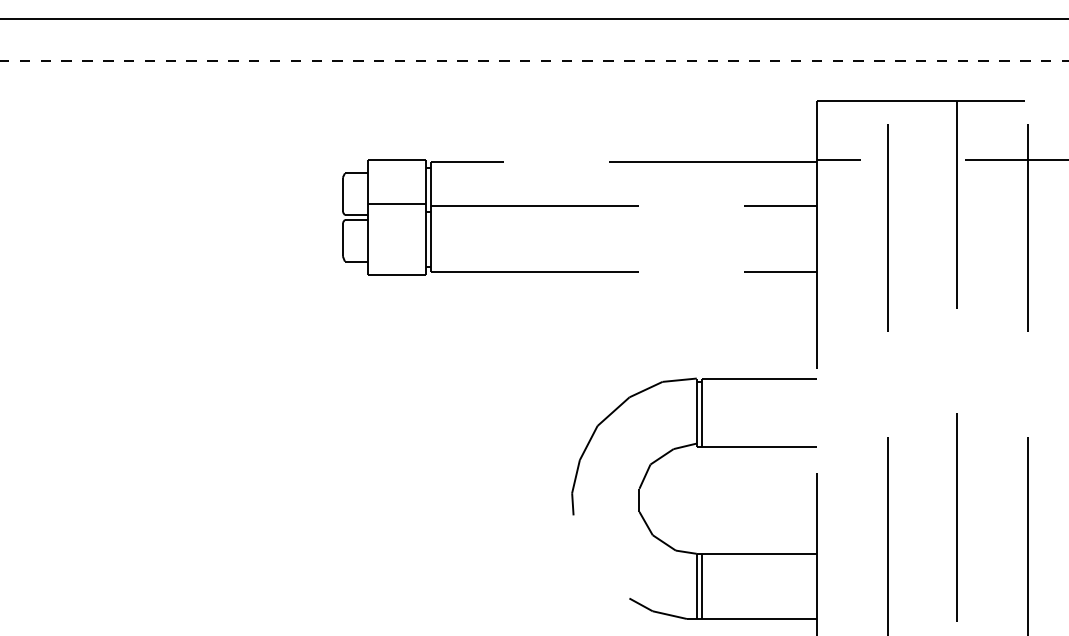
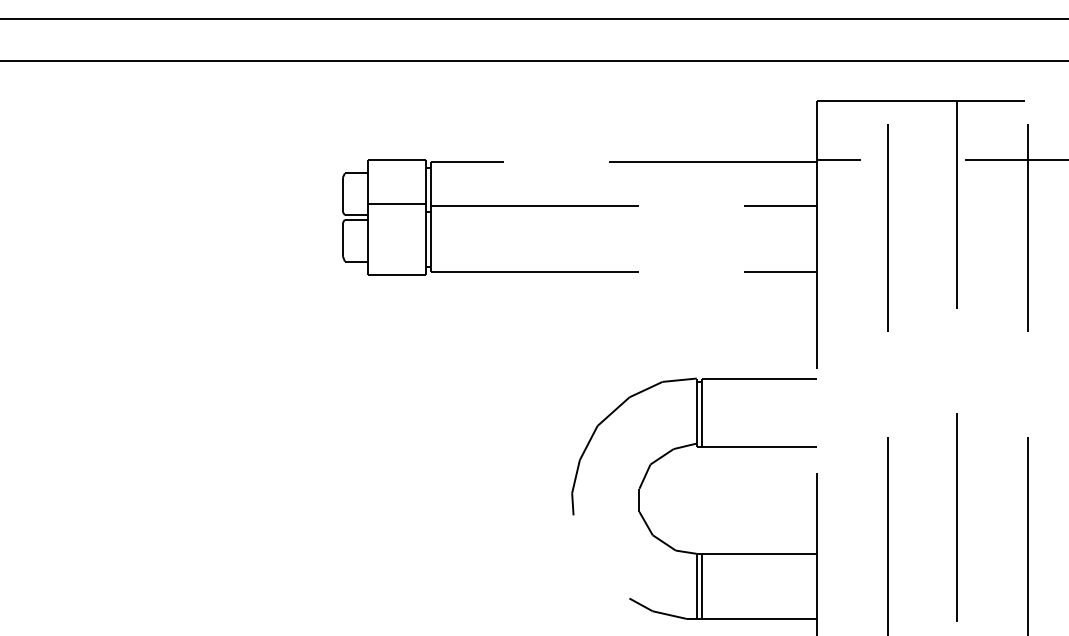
line at (534, 60): dashed -> solid
